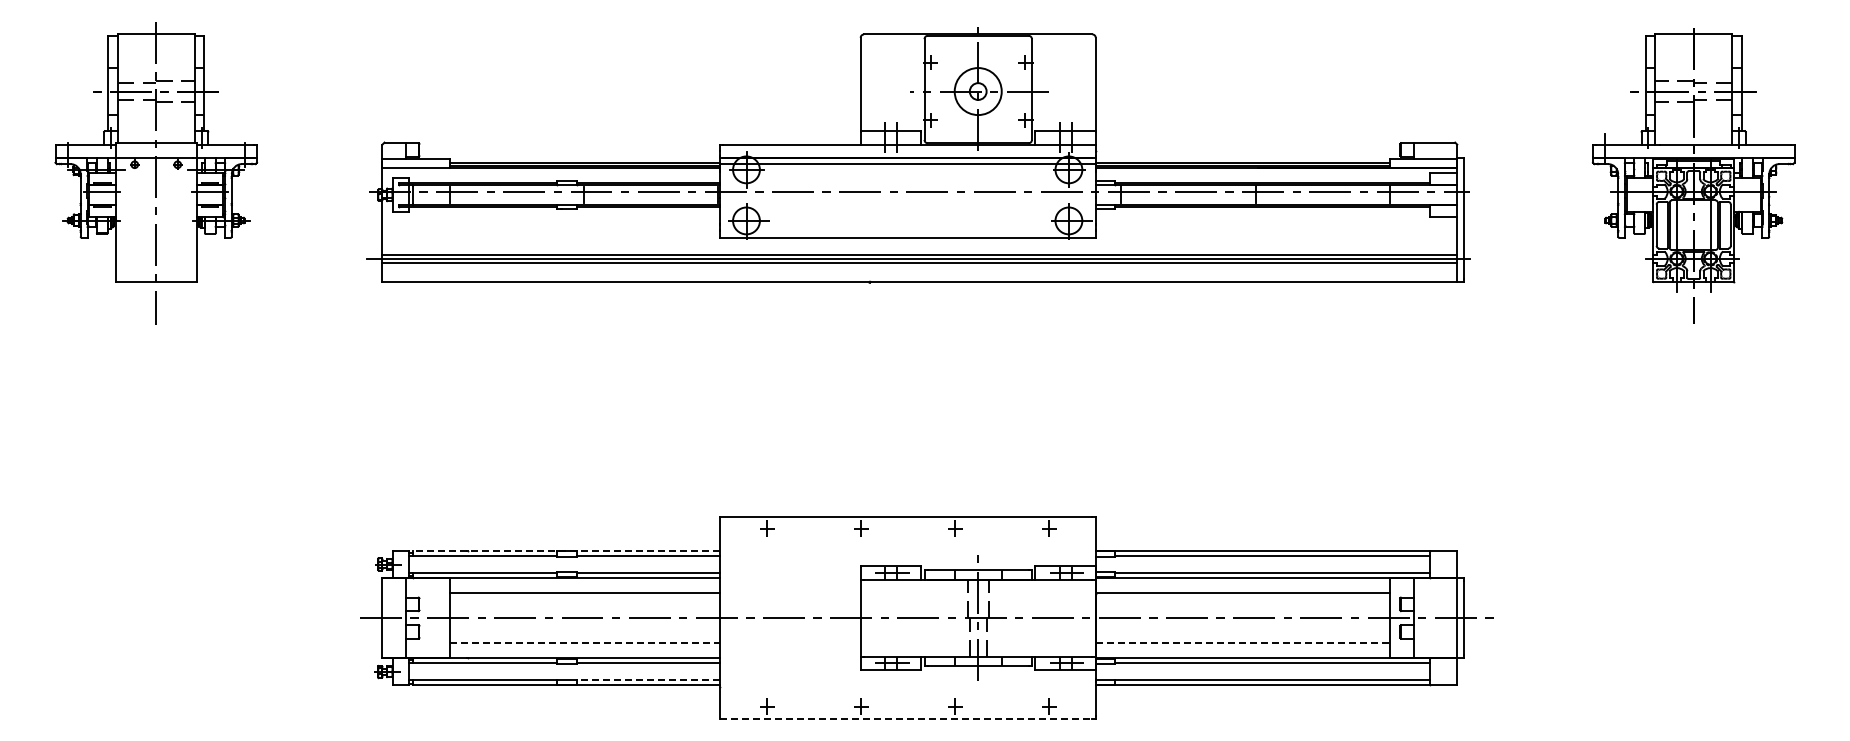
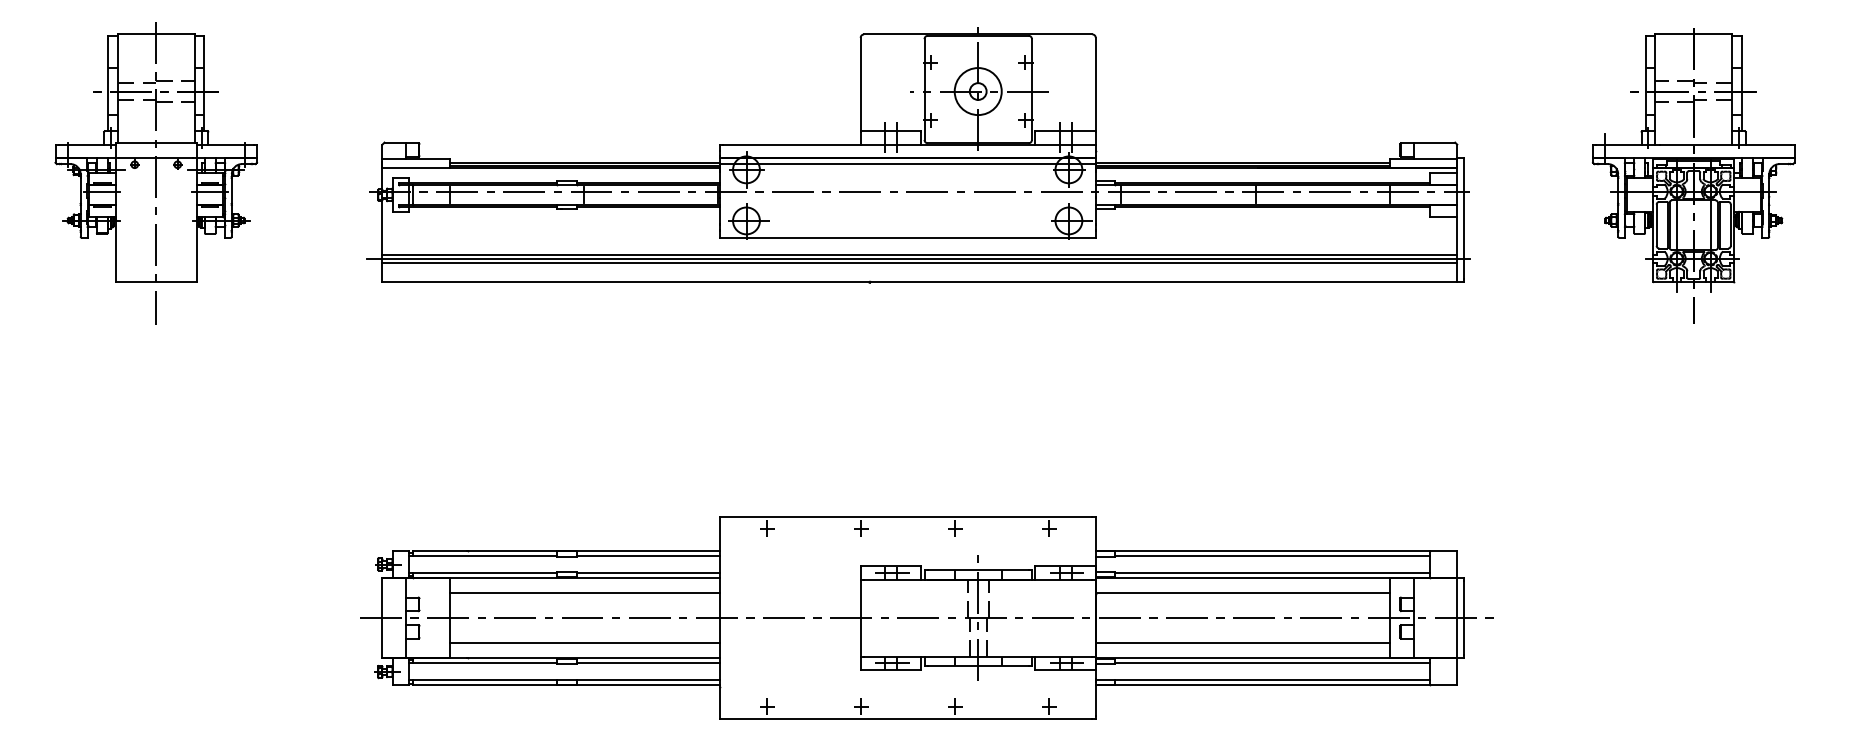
line at (565, 550): dashed -> solid
line at (584, 643): dashed -> solid
line at (1243, 643): dashed -> solid
line at (647, 680): dashed -> solid
line at (906, 718): dashed -> solid
